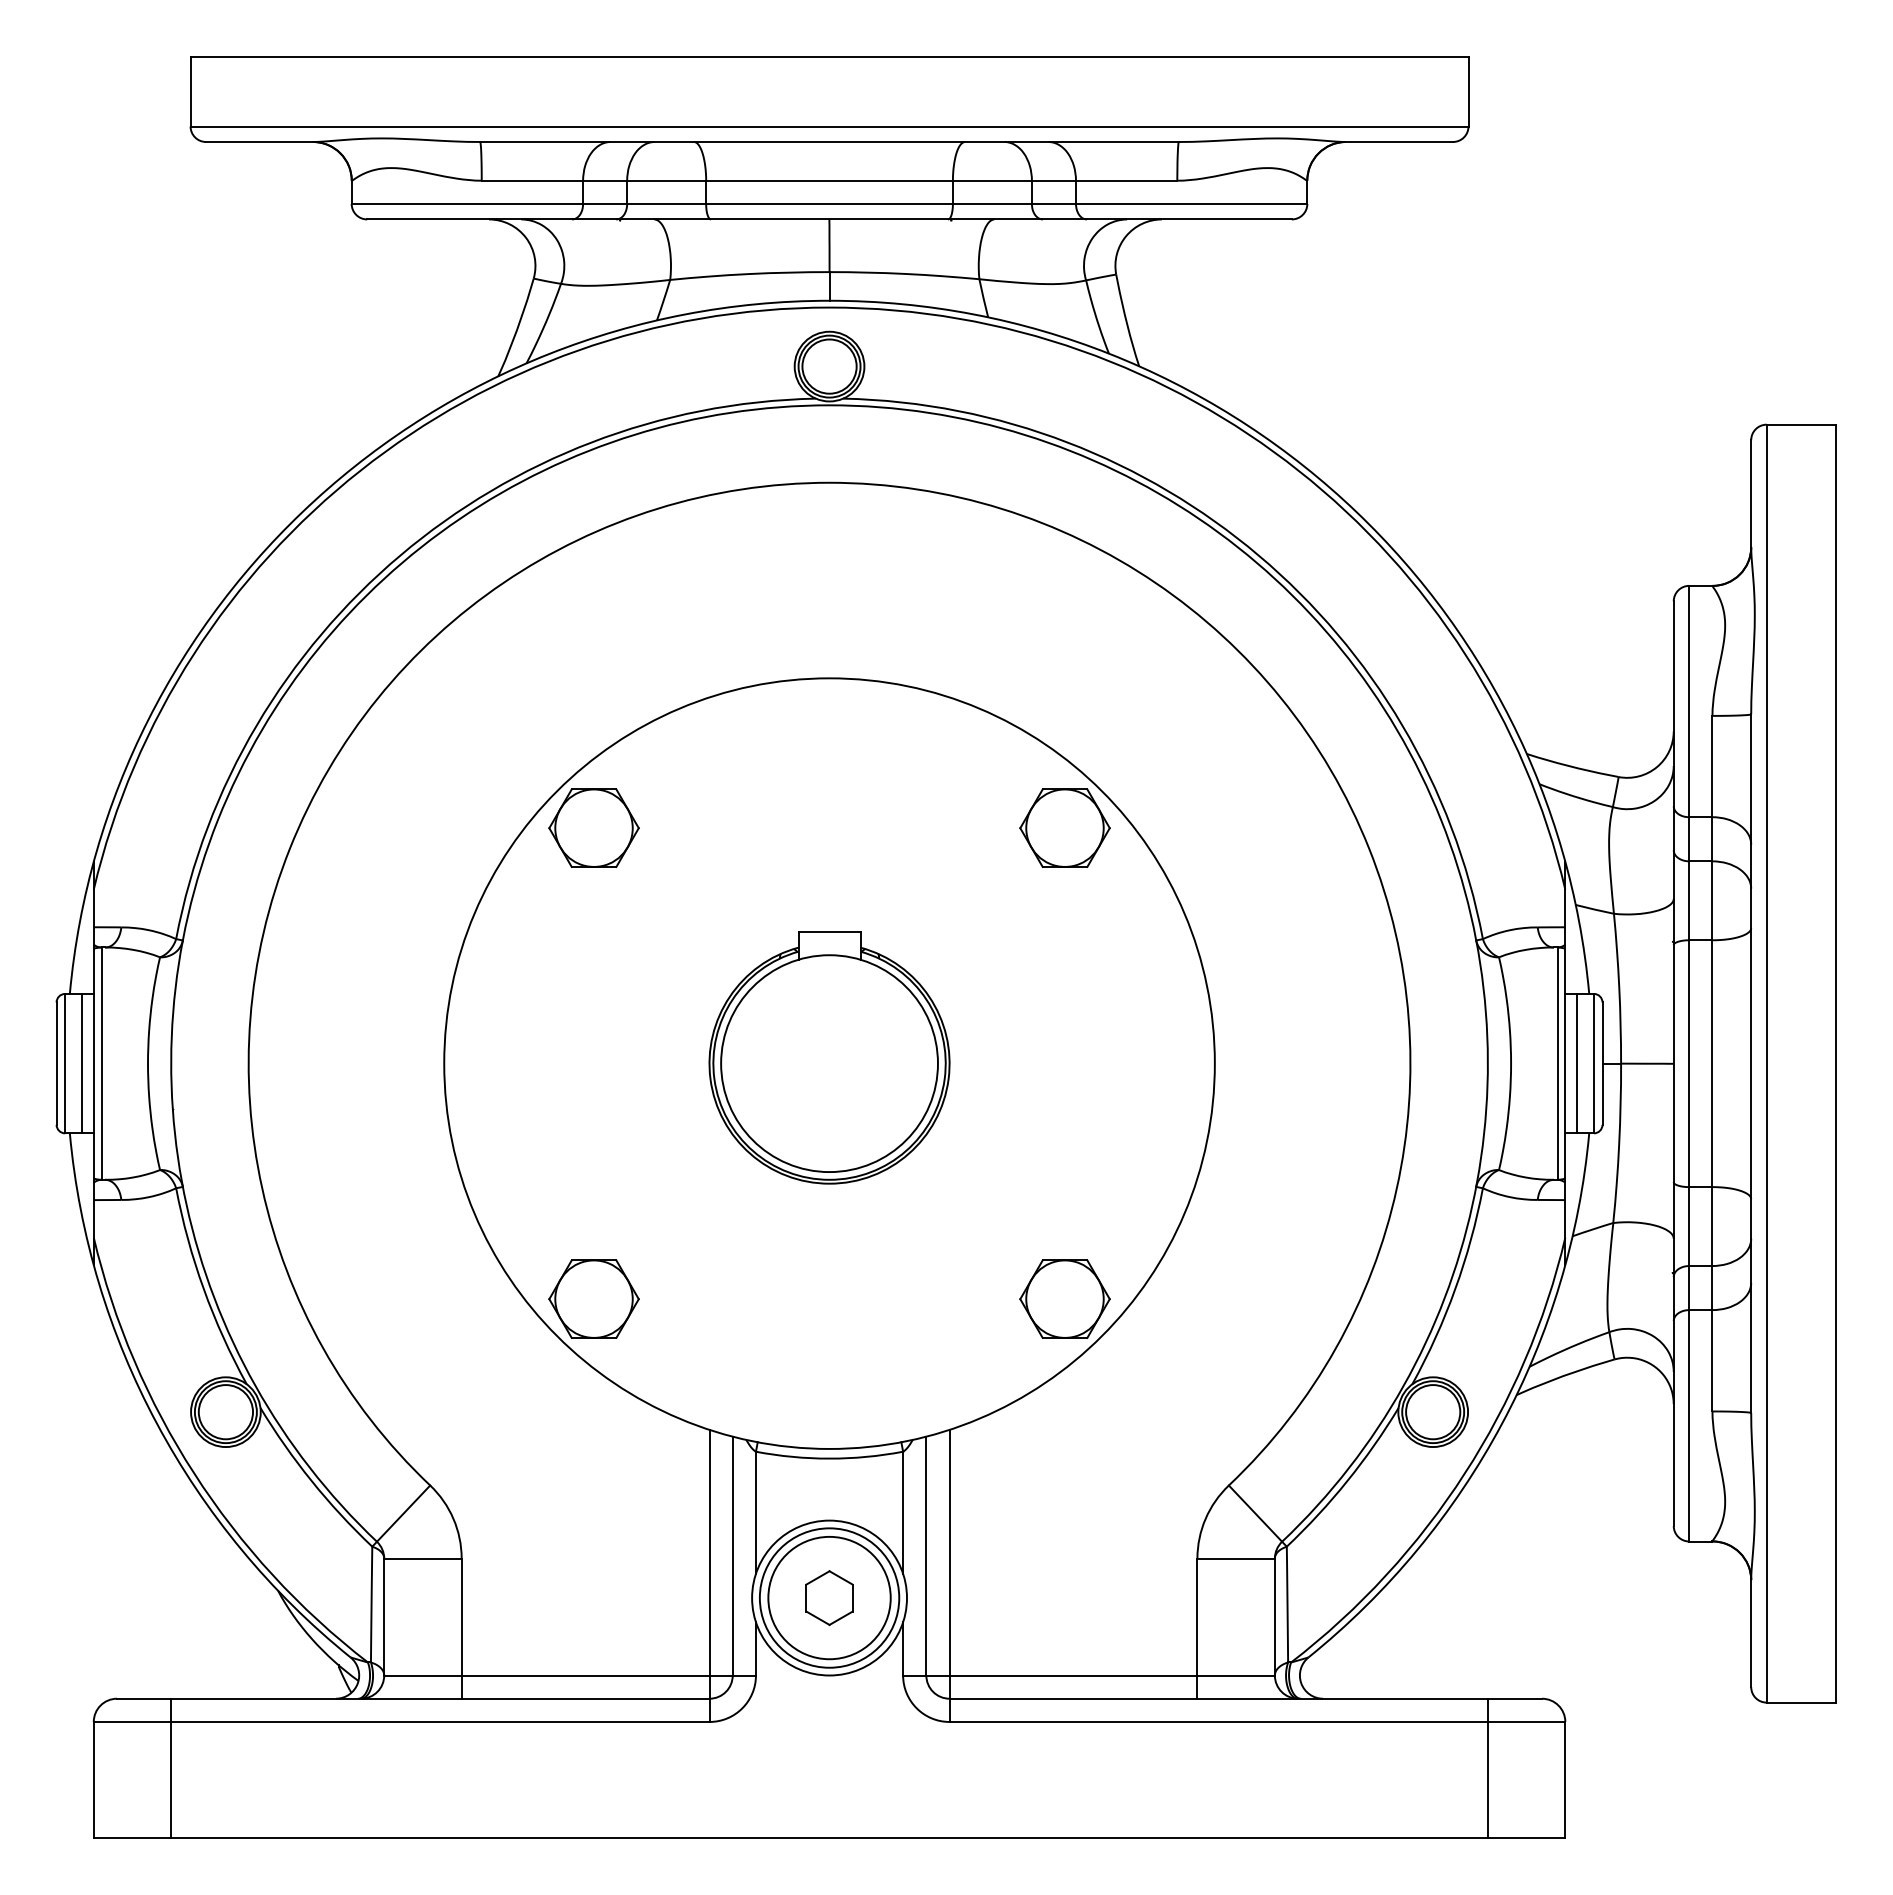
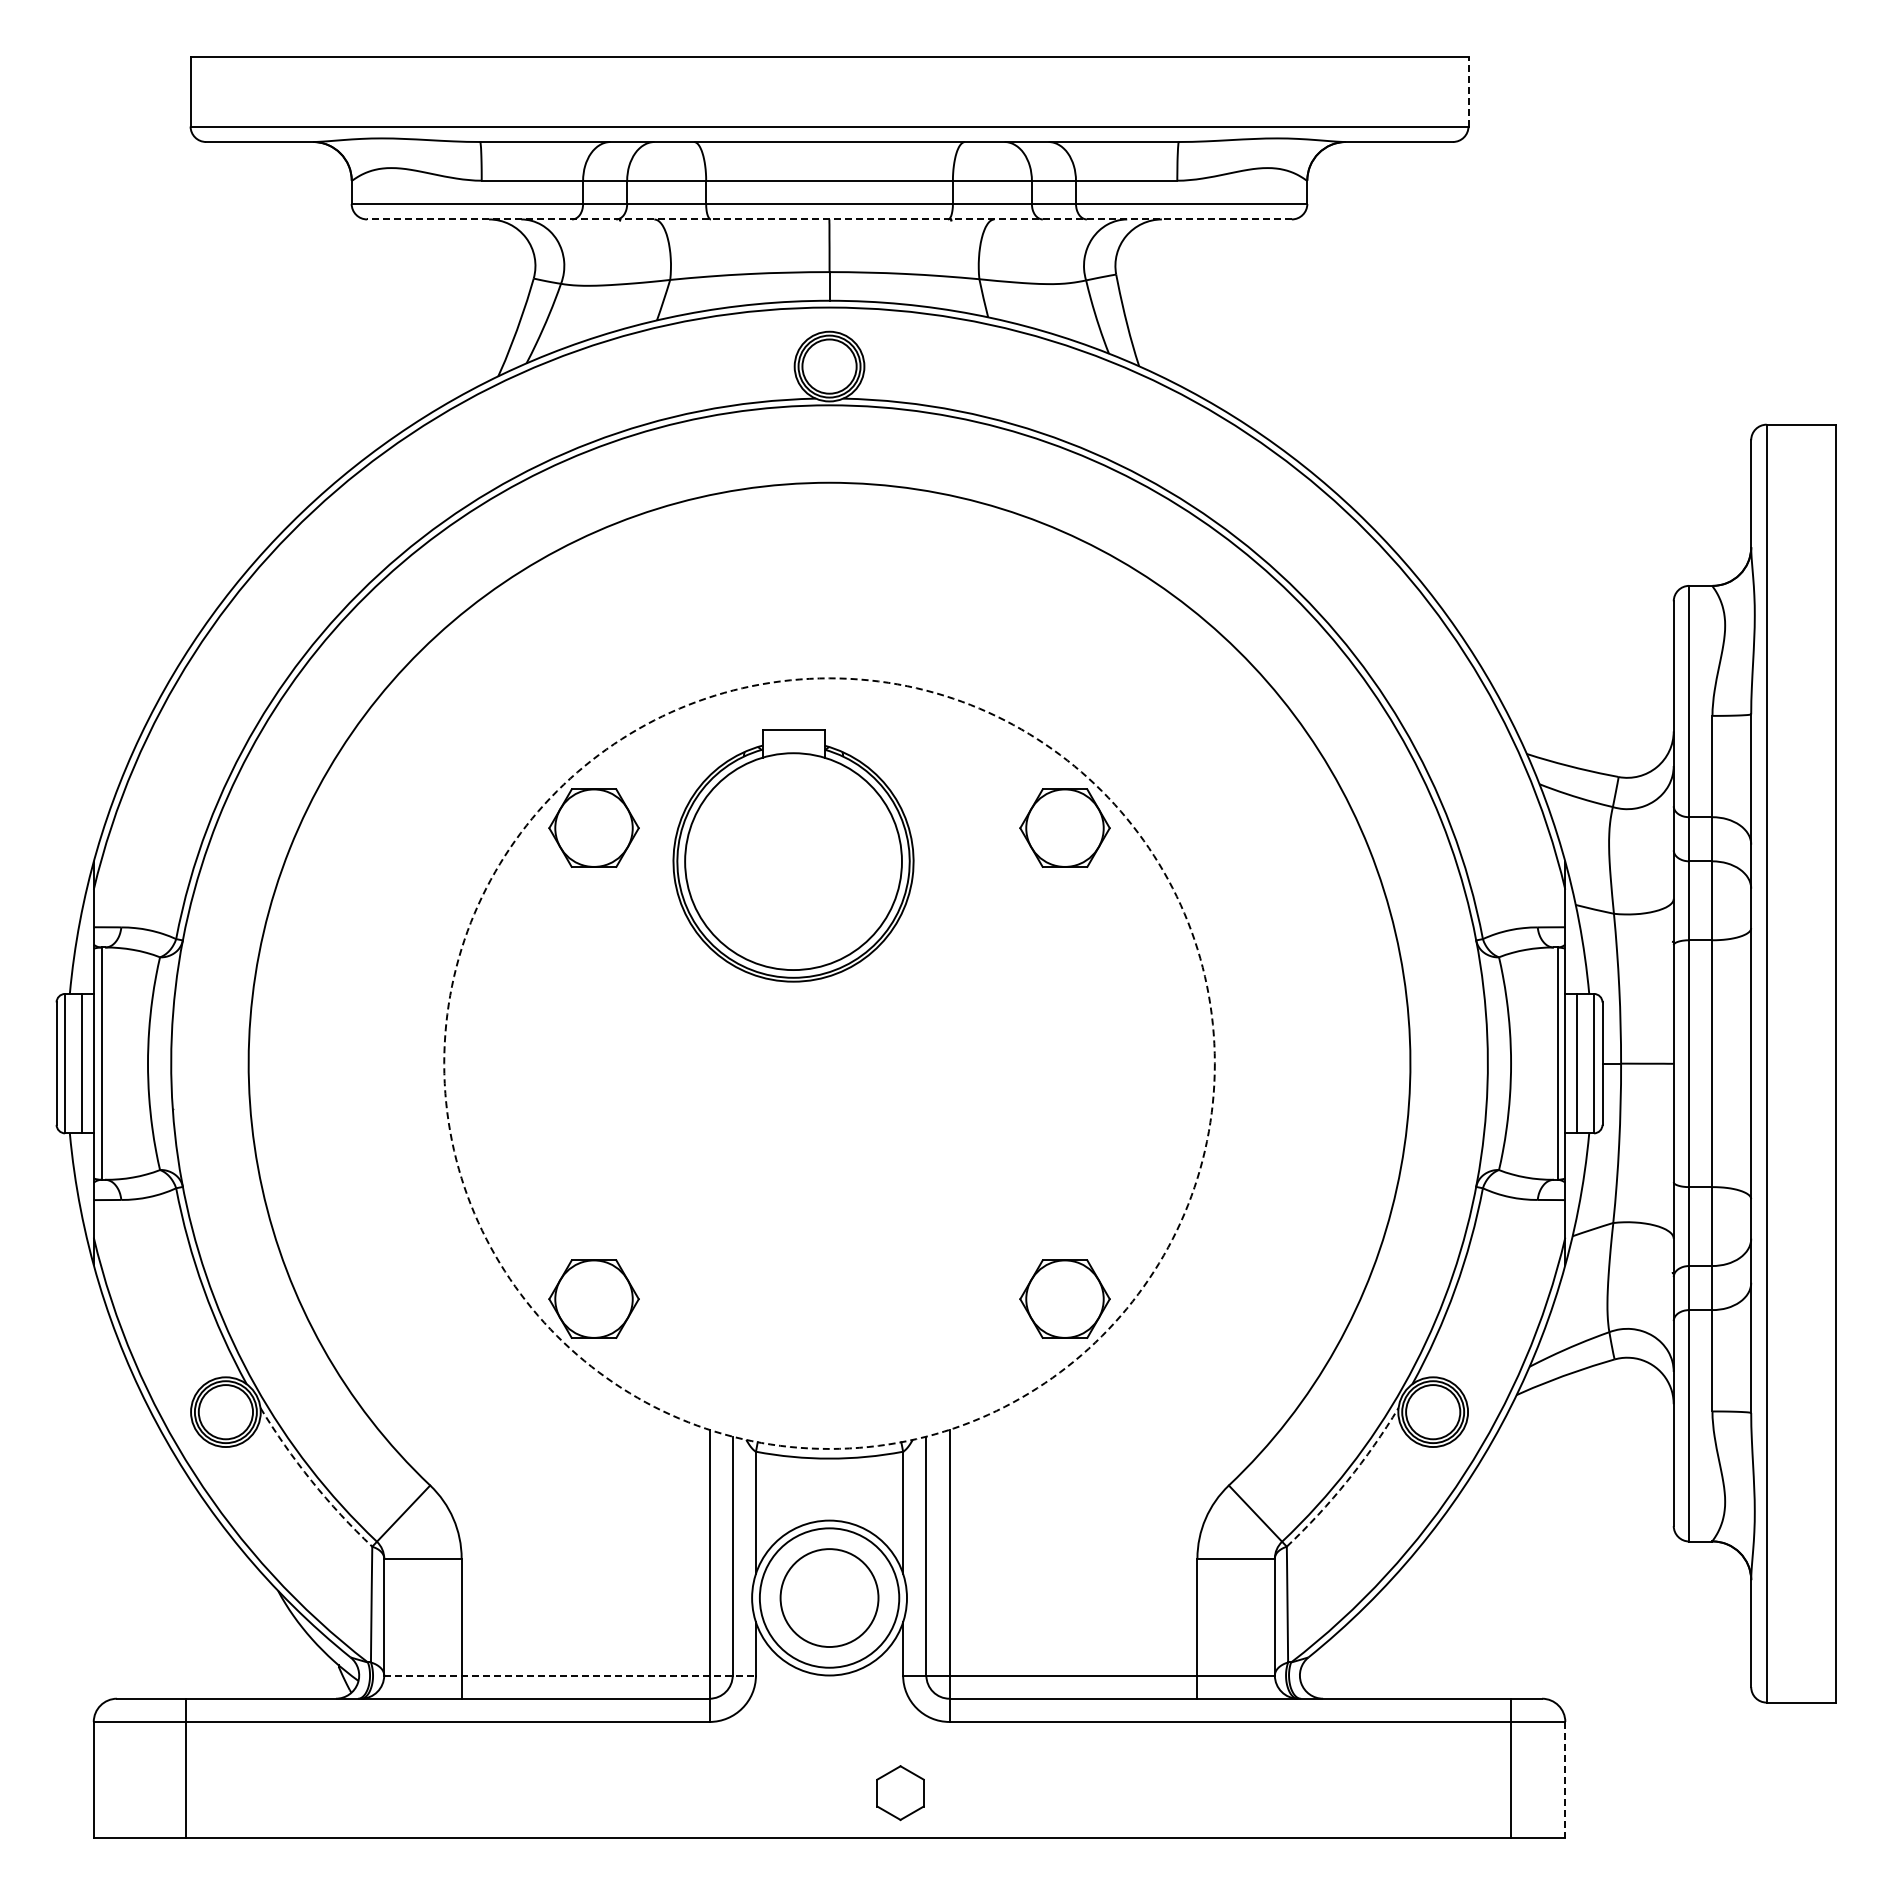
line at (1468, 91): solid -> dashed
line at (829, 219): solid -> dashed
part at (829, 1057) position: (829, 1057) -> (793, 855)
circle at (829, 1063): solid -> dashed
arc at (311, 1481): solid -> dashed
arc at (1347, 1481): solid -> dashed
circle at (829, 1597) diameter: 122 px -> 98 px
part at (829, 1598) position: (829, 1598) -> (900, 1793)
line at (570, 1675): solid -> dashed
line at (171, 1768) position: (171, 1768) -> (186, 1768)
line at (1487, 1768) position: (1487, 1768) -> (1510, 1768)
line at (1565, 1780): solid -> dashed
